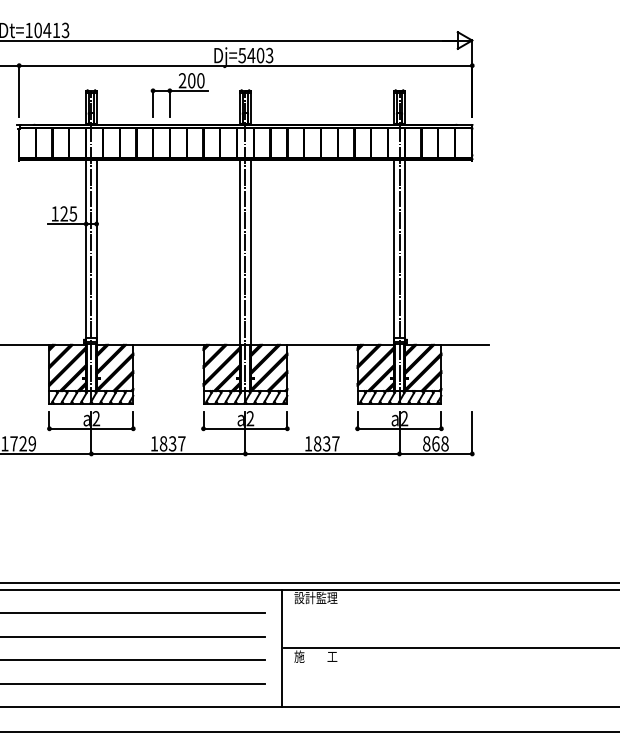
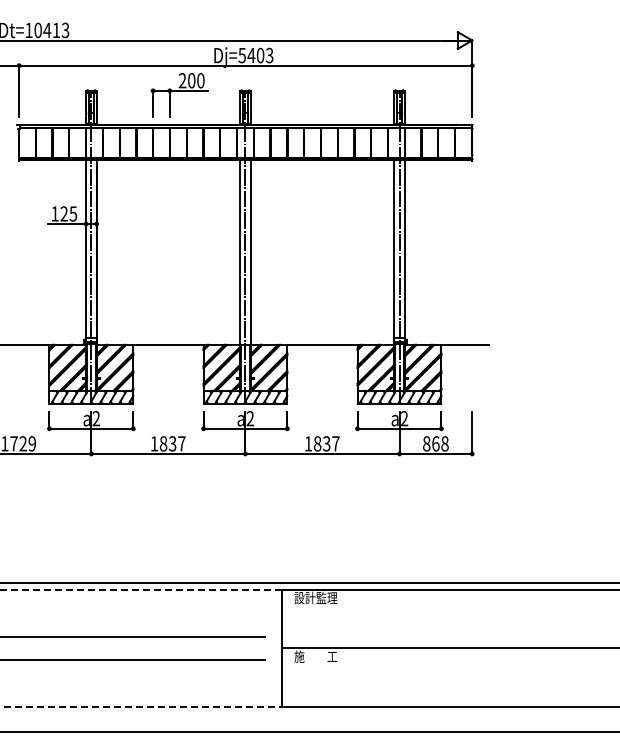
line at (140, 589): solid -> dashed
line at (133, 613): present -> none
line at (133, 683): present -> none
line at (141, 707): solid -> dashed
